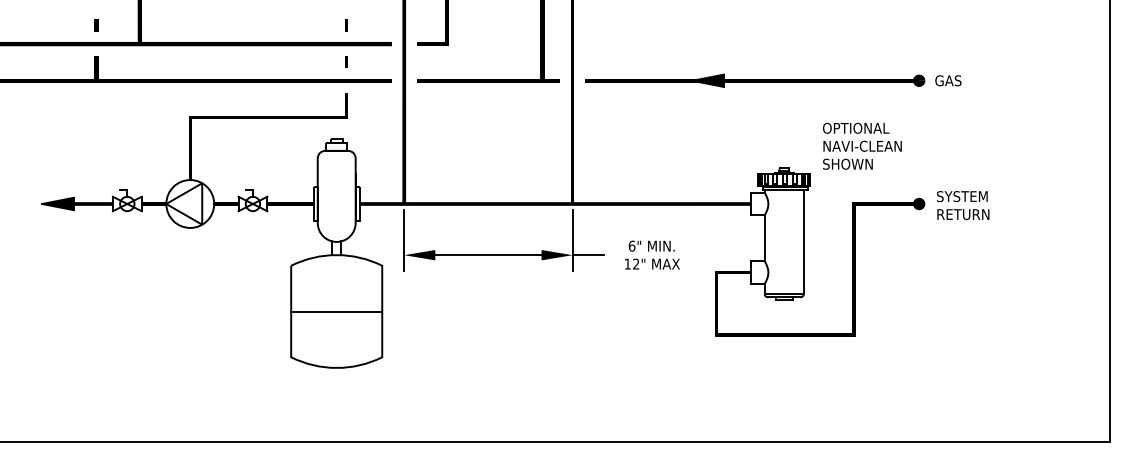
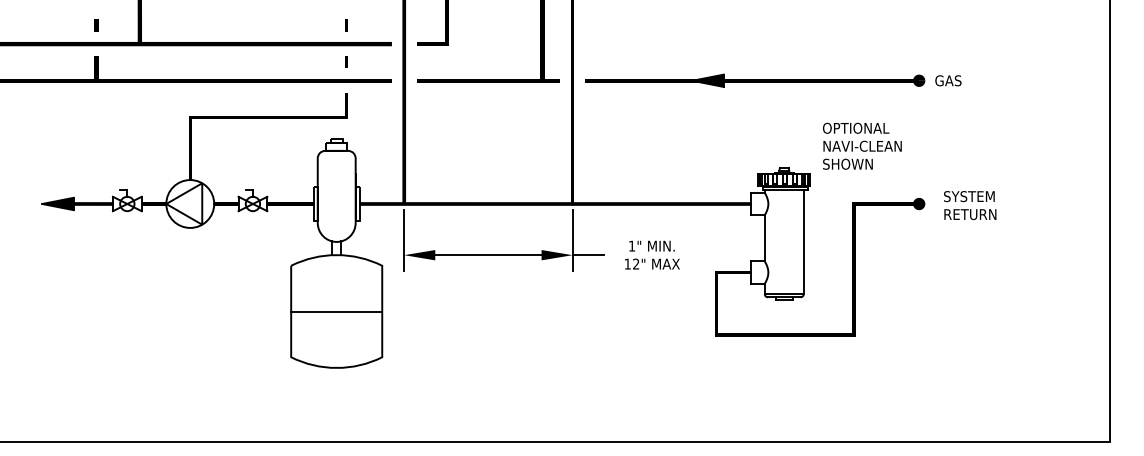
text at (963, 205) position: (963, 205) -> (970, 205)
text at (631, 245): 6" -> 1"
